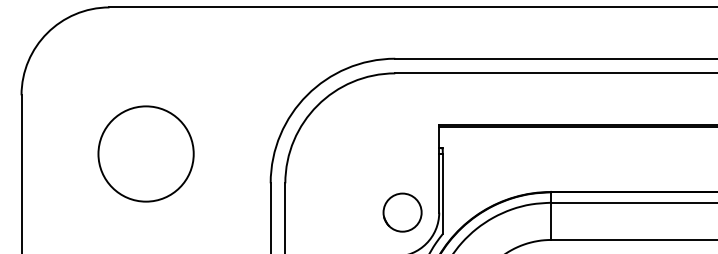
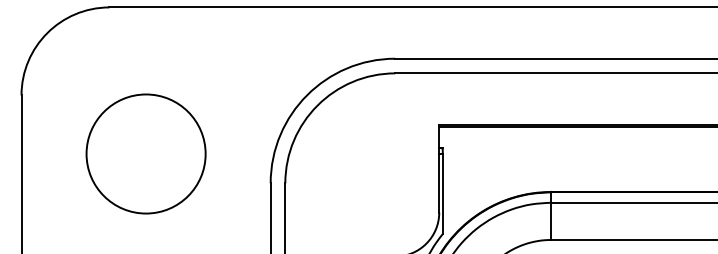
circle at (145, 153) diameter: 95 px -> 119 px
circle at (402, 212): present -> none
